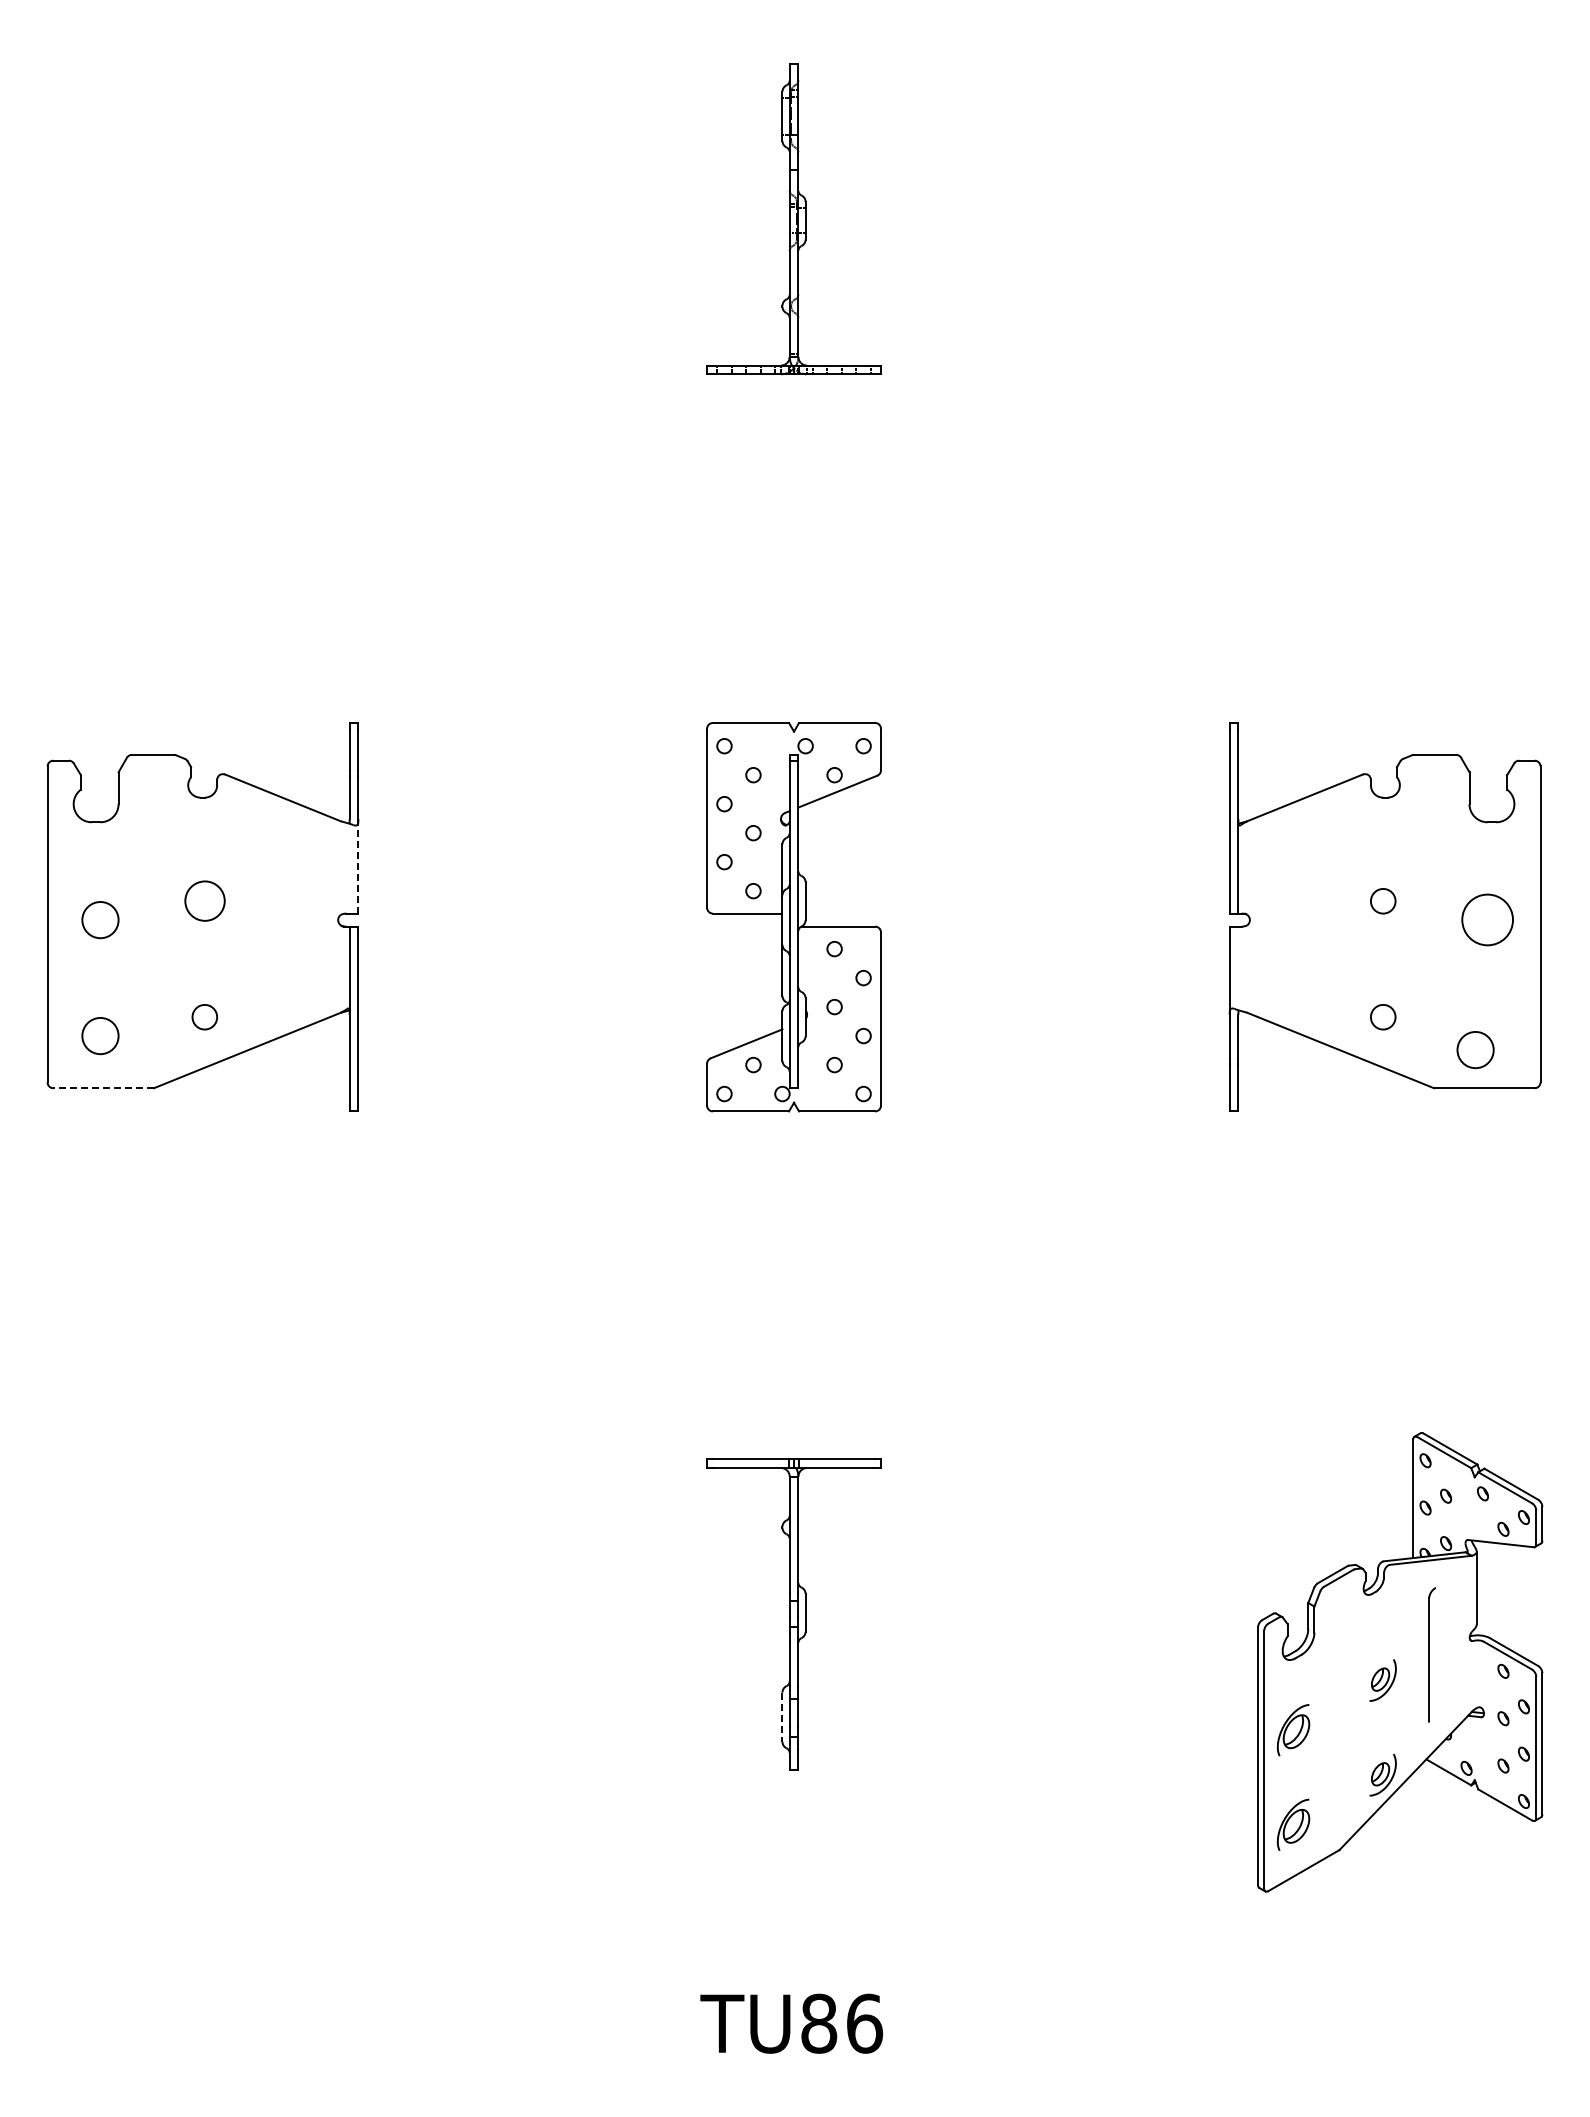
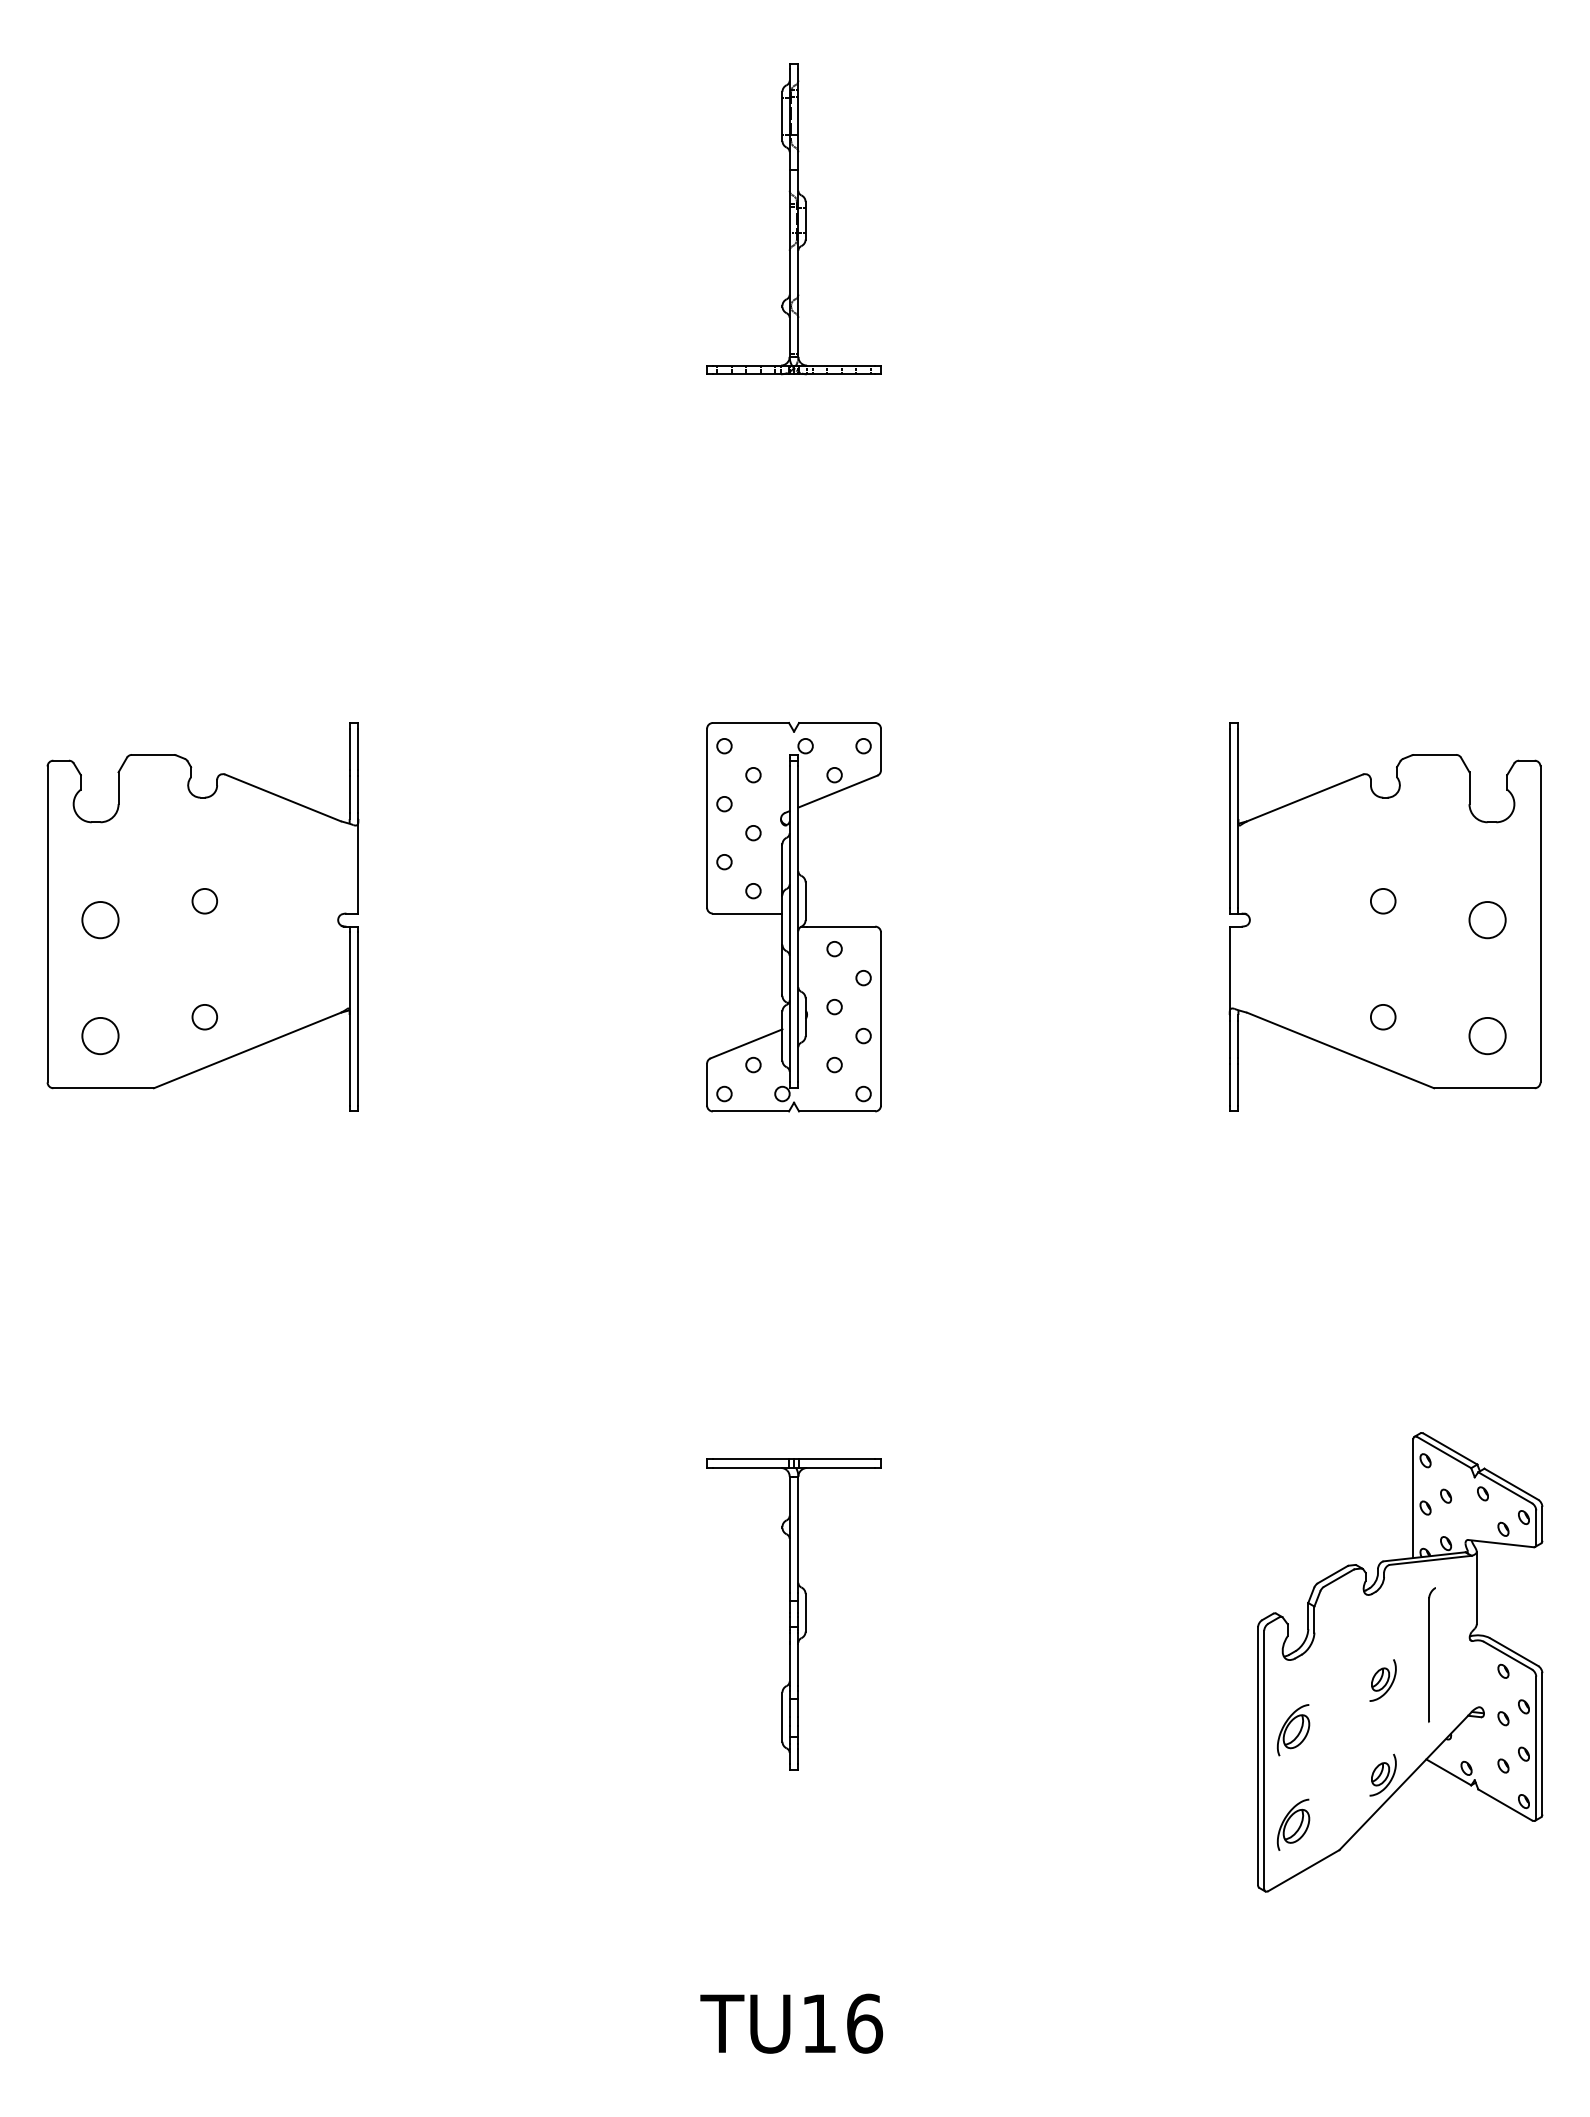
line at (358, 866): dashed -> solid
circle at (204, 900) size: 42x42 px -> 27x27 px
circle at (1487, 919) size: 53x54 px -> 39x39 px
circle at (1475, 1050) position: (1475, 1050) -> (1487, 1036)
line at (103, 1088): dashed -> solid
line at (782, 1717): dashed -> solid
text at (819, 2023): TU86 -> TU16
